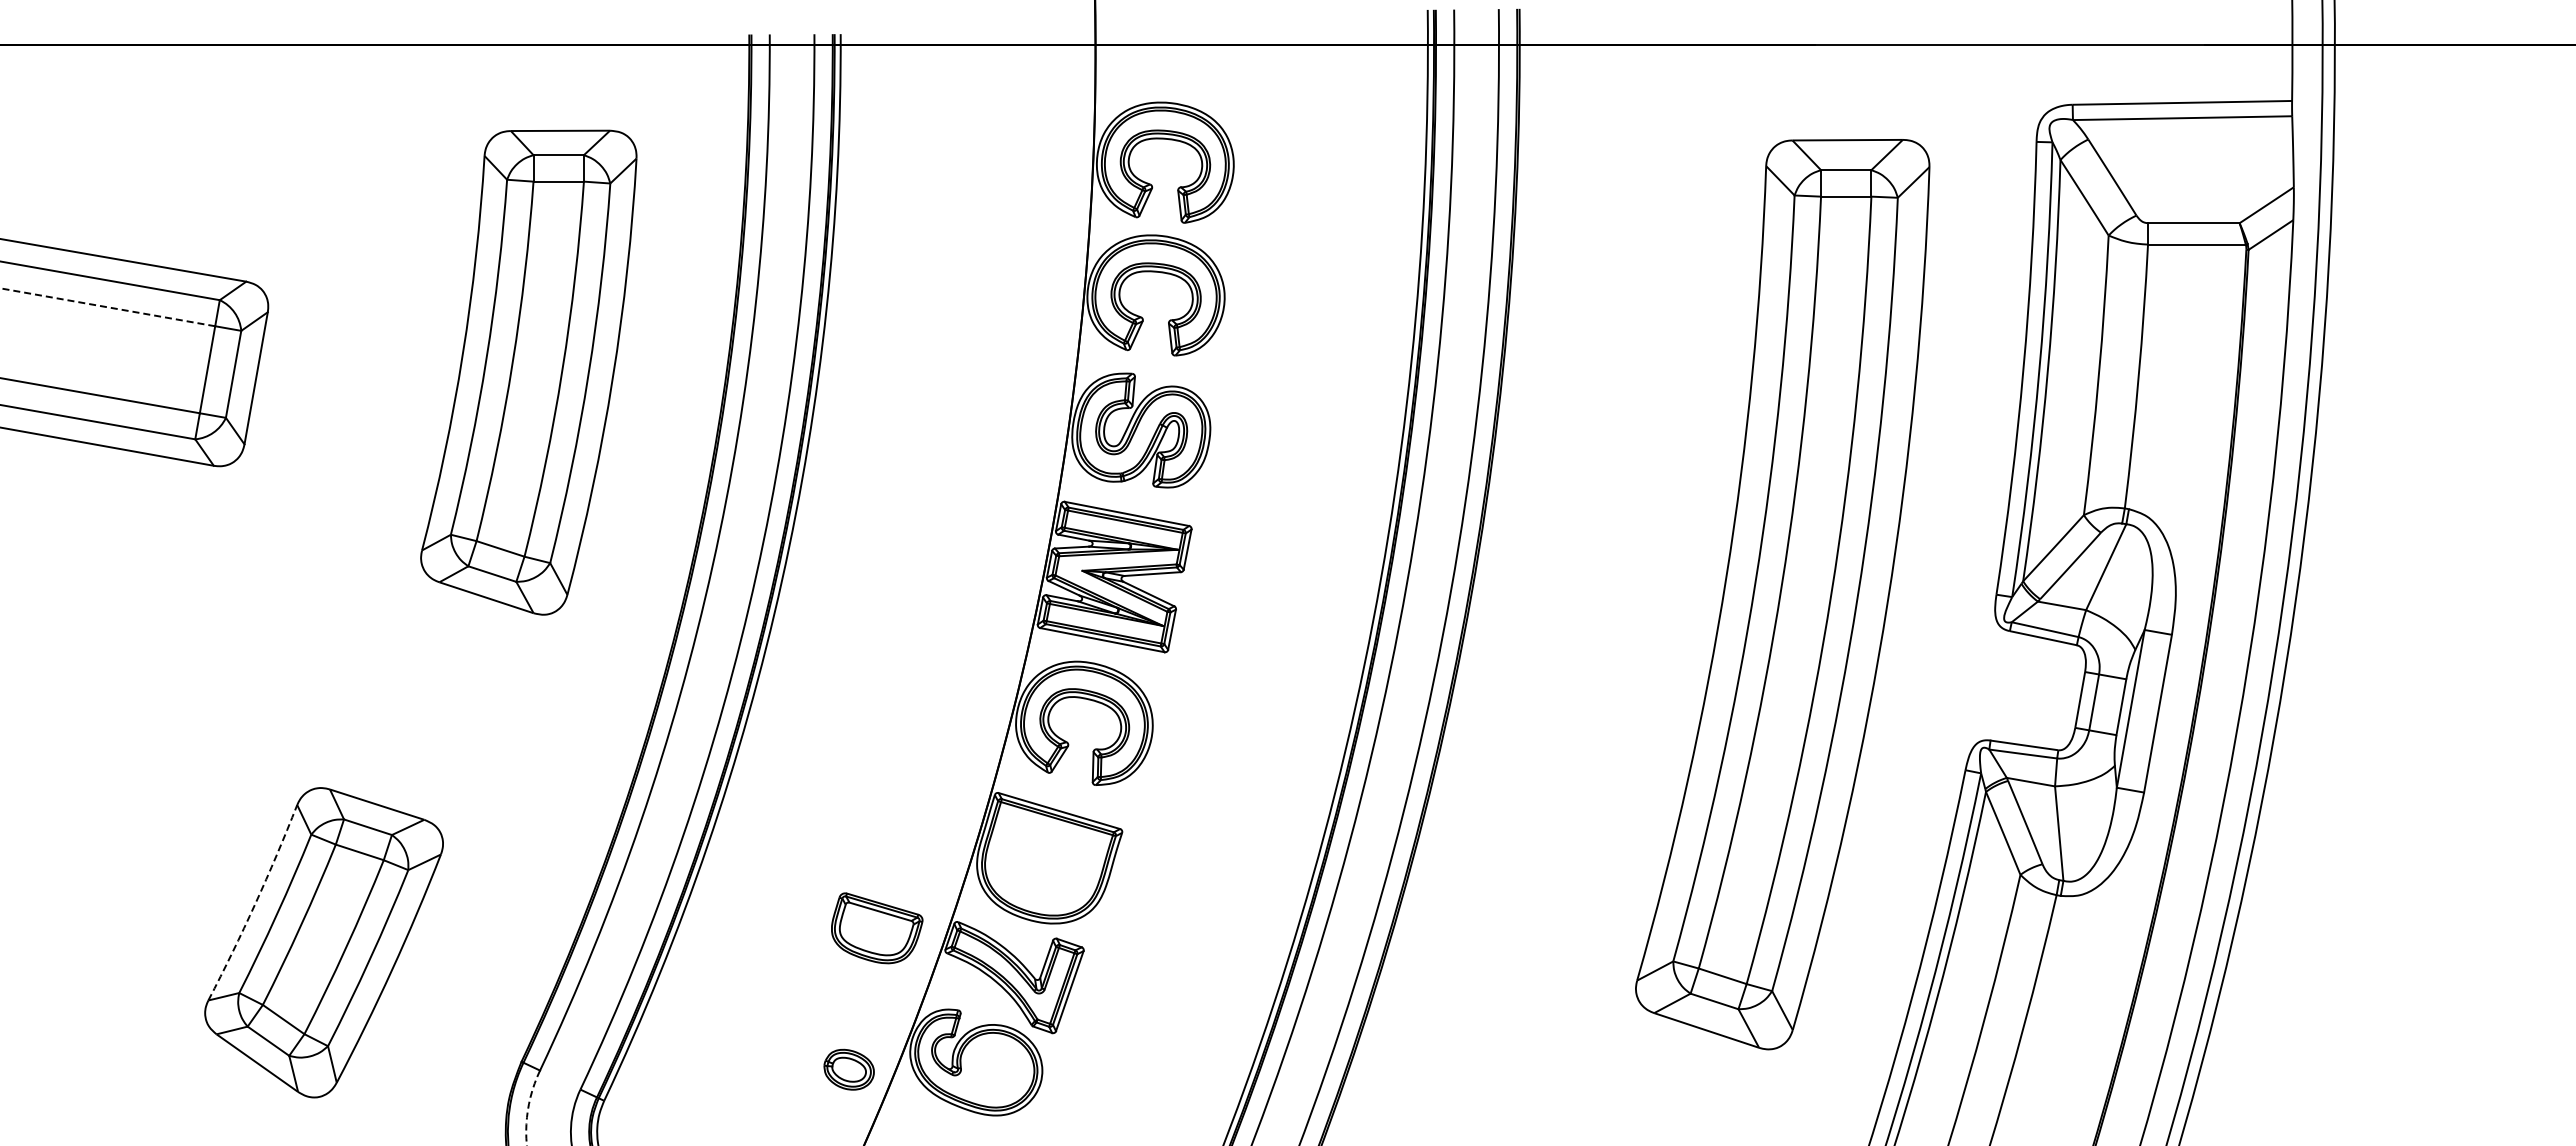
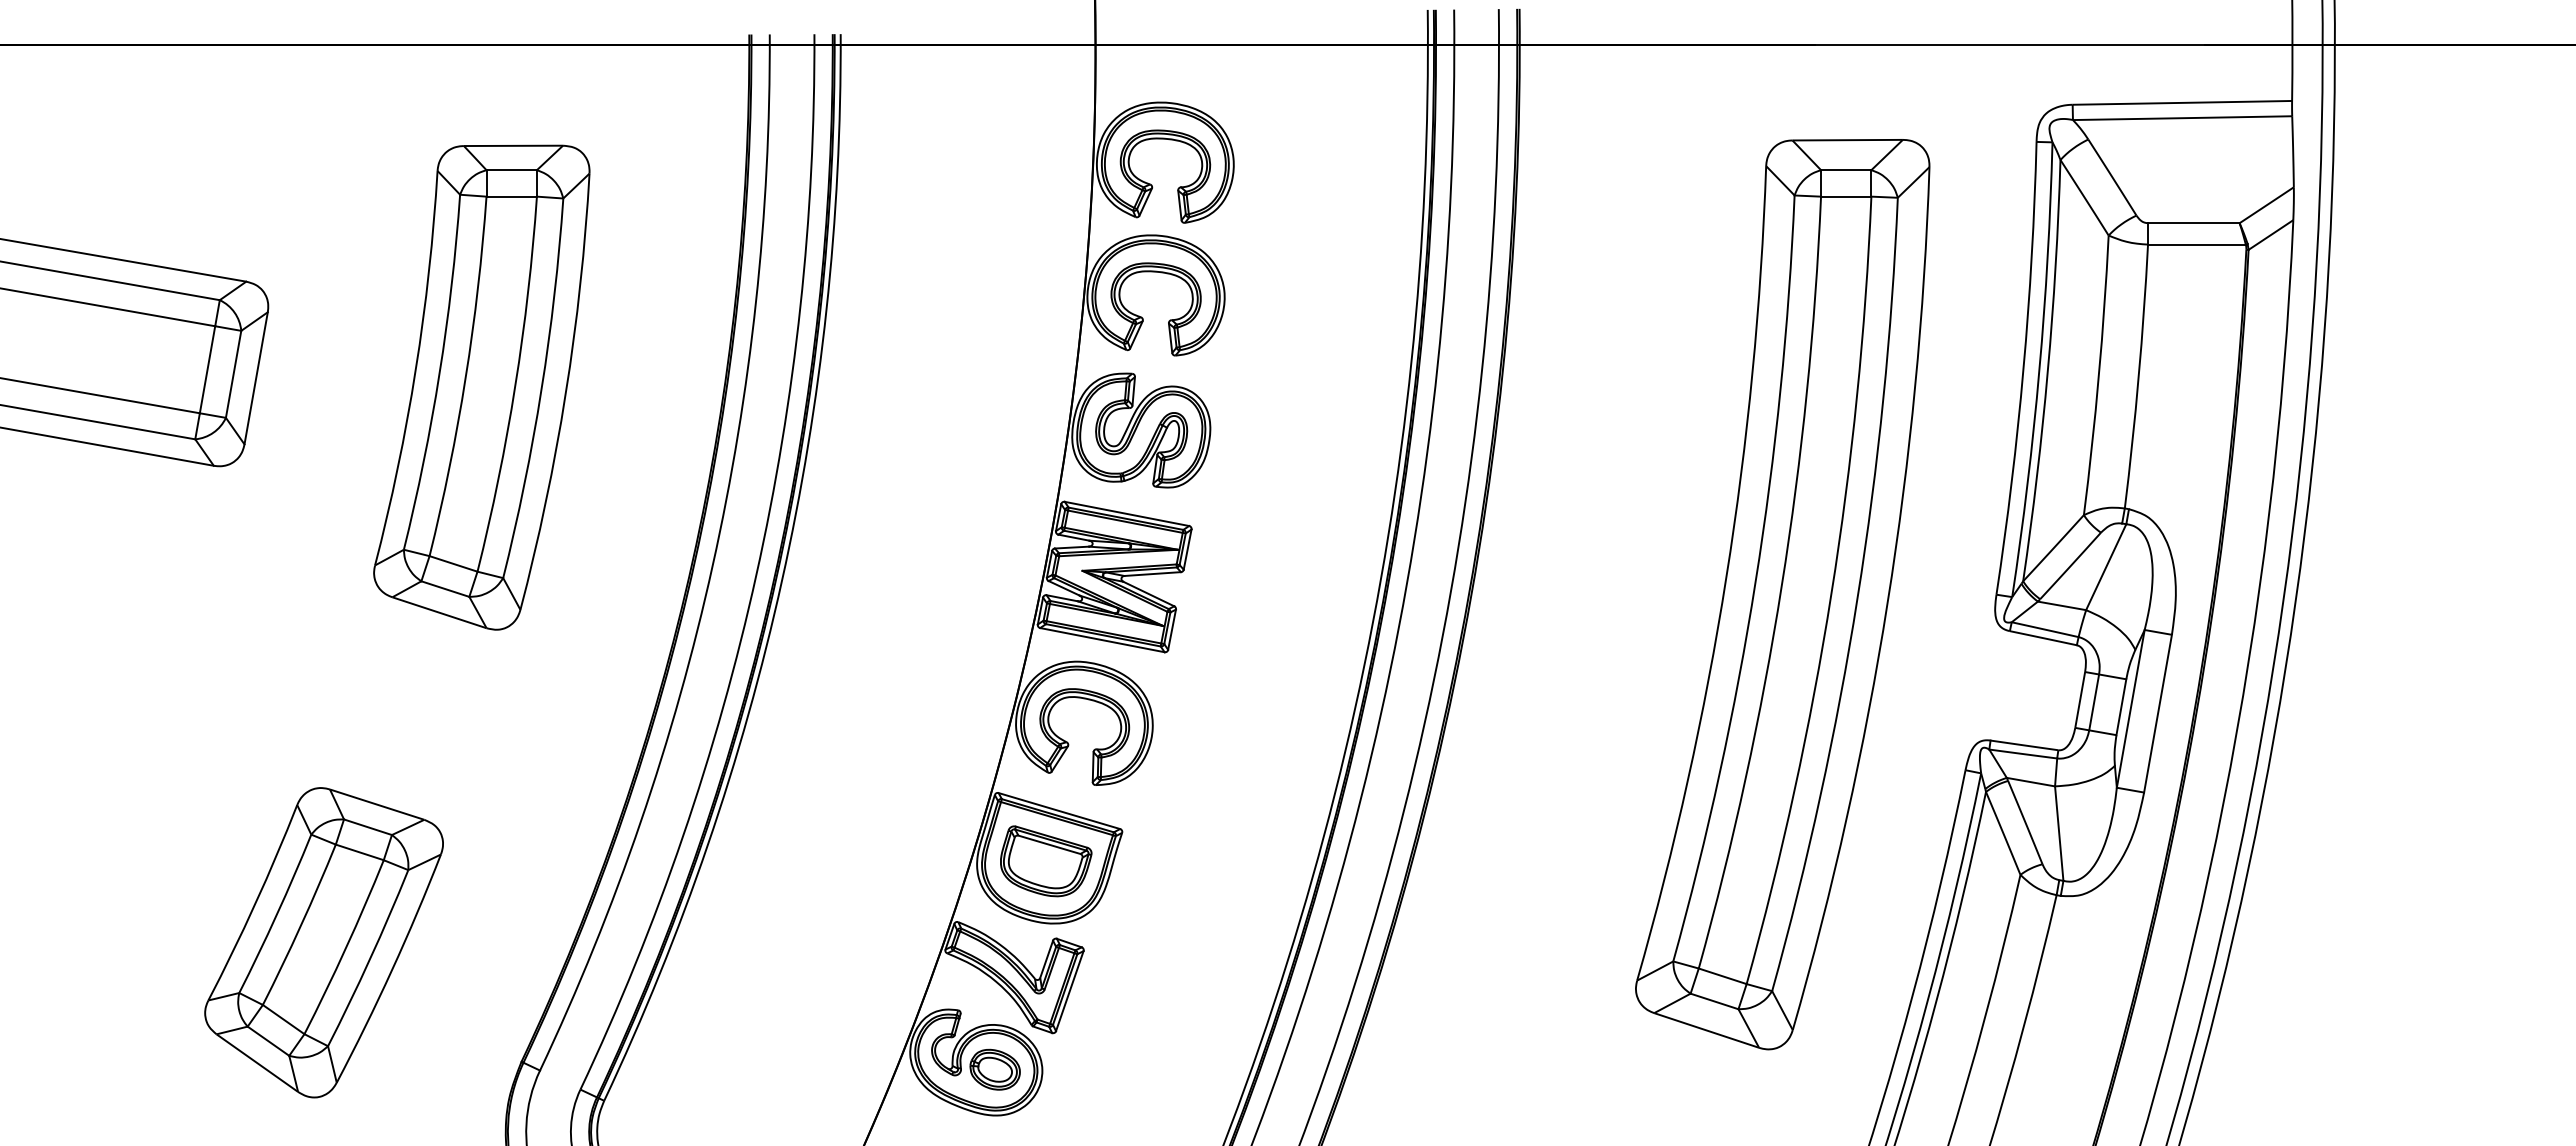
line at (107, 307): dashed -> solid
part at (528, 372) position: (528, 372) -> (481, 387)
arc at (255, 903): dashed -> solid
part at (877, 928) position: (877, 928) -> (1046, 861)
part at (848, 1069) position: (848, 1069) -> (994, 1069)
arc at (528, 1107): dashed -> solid
